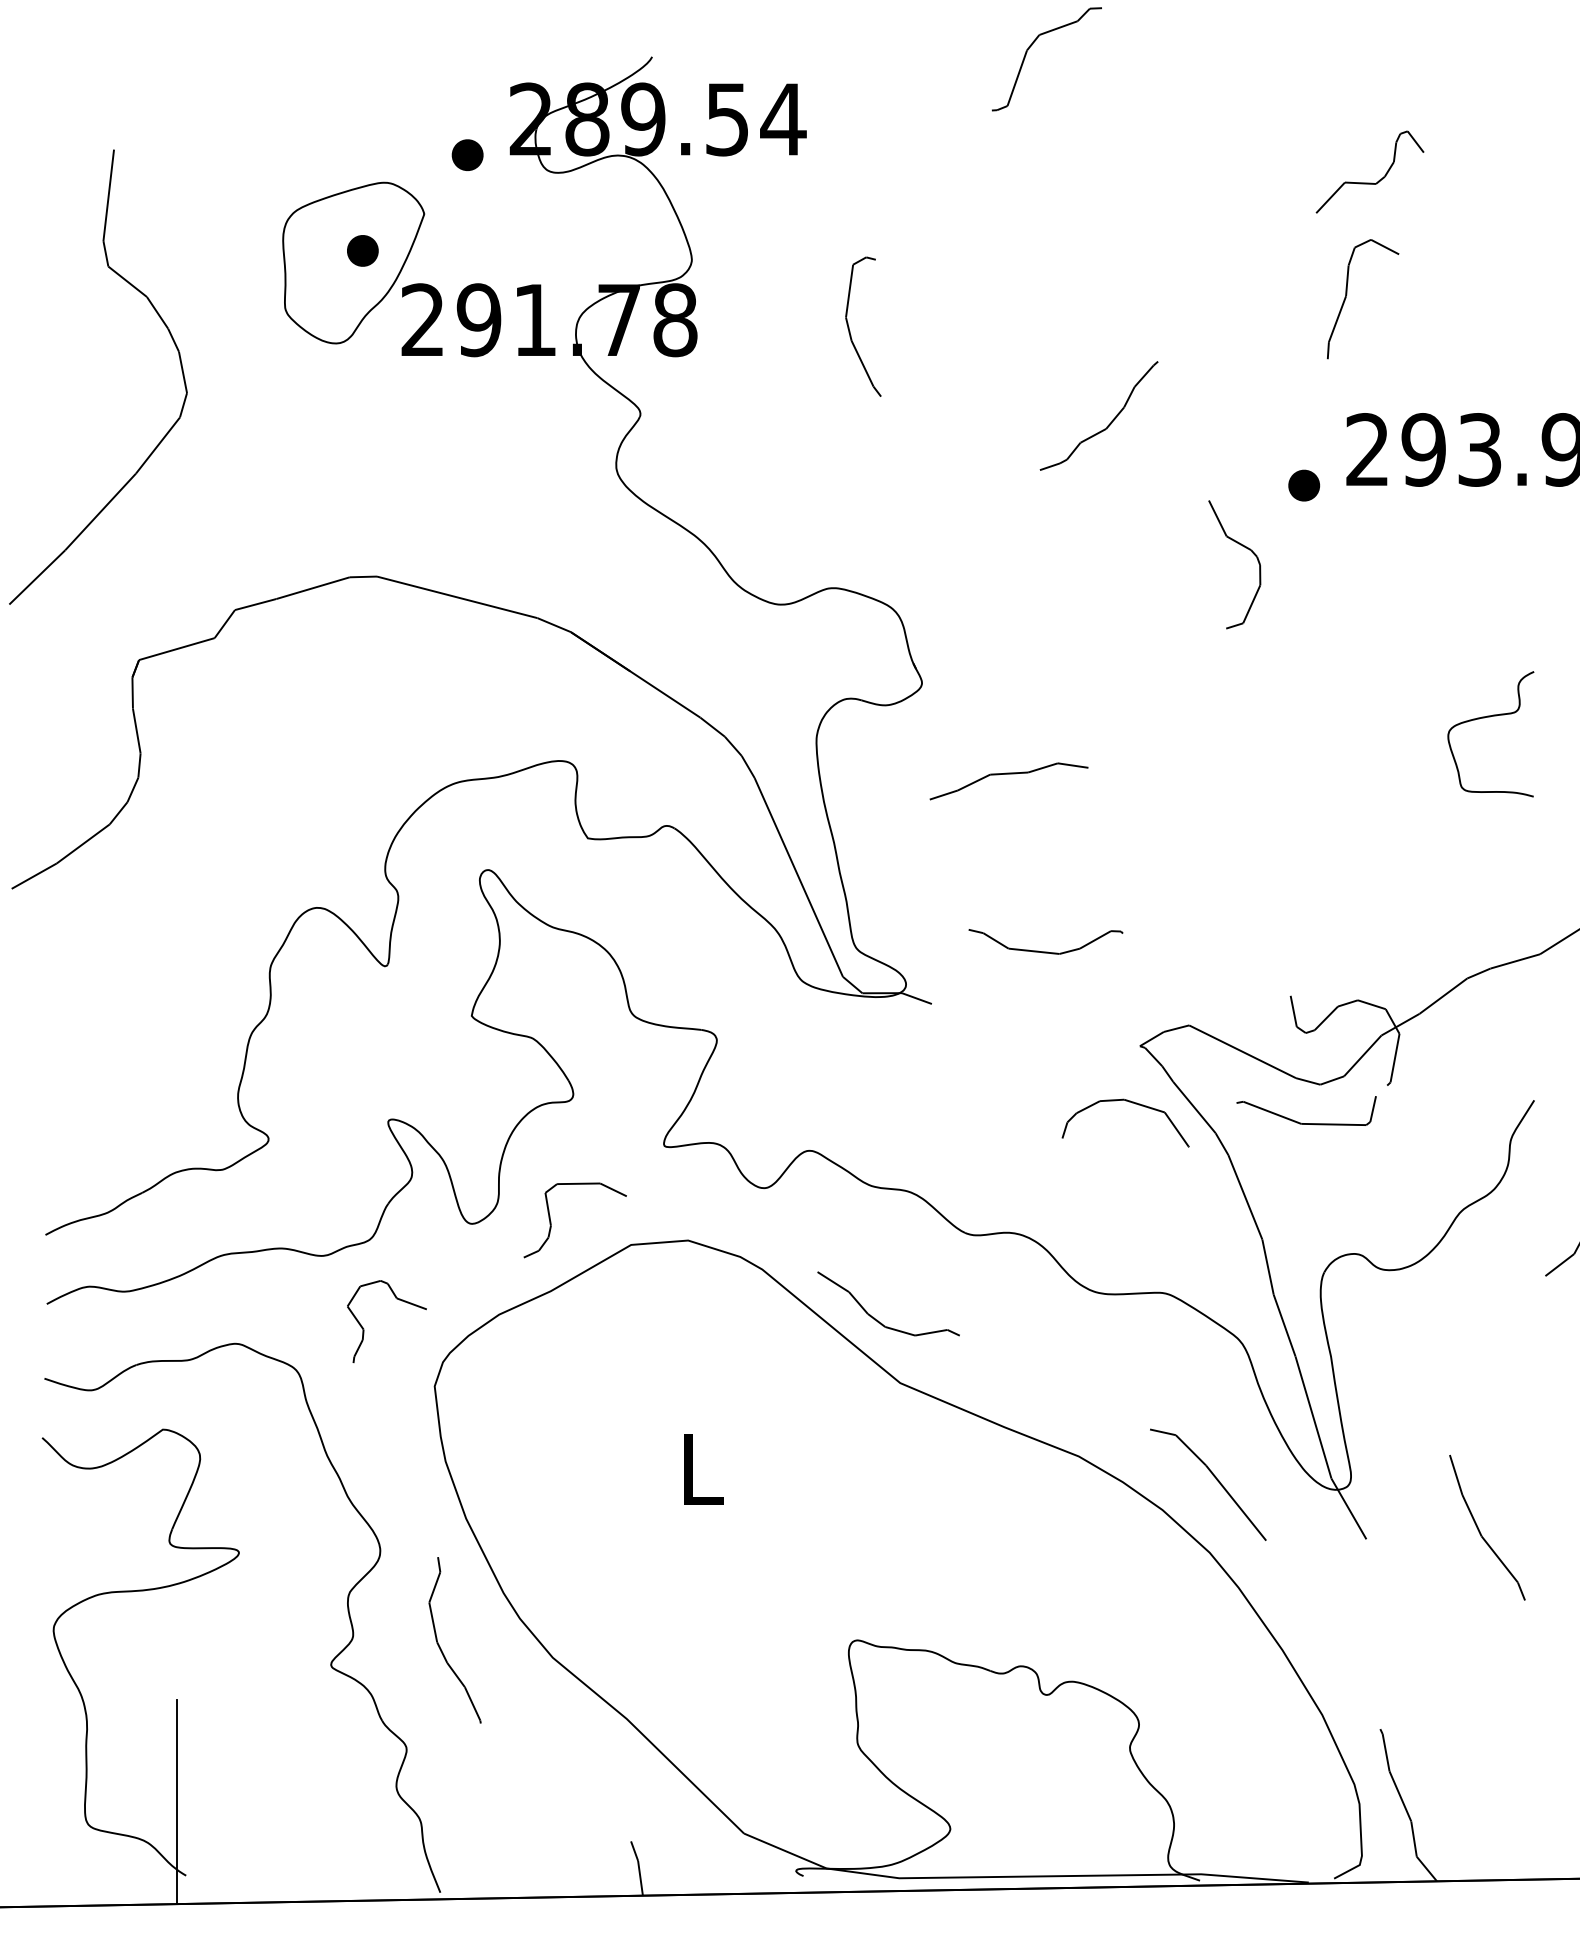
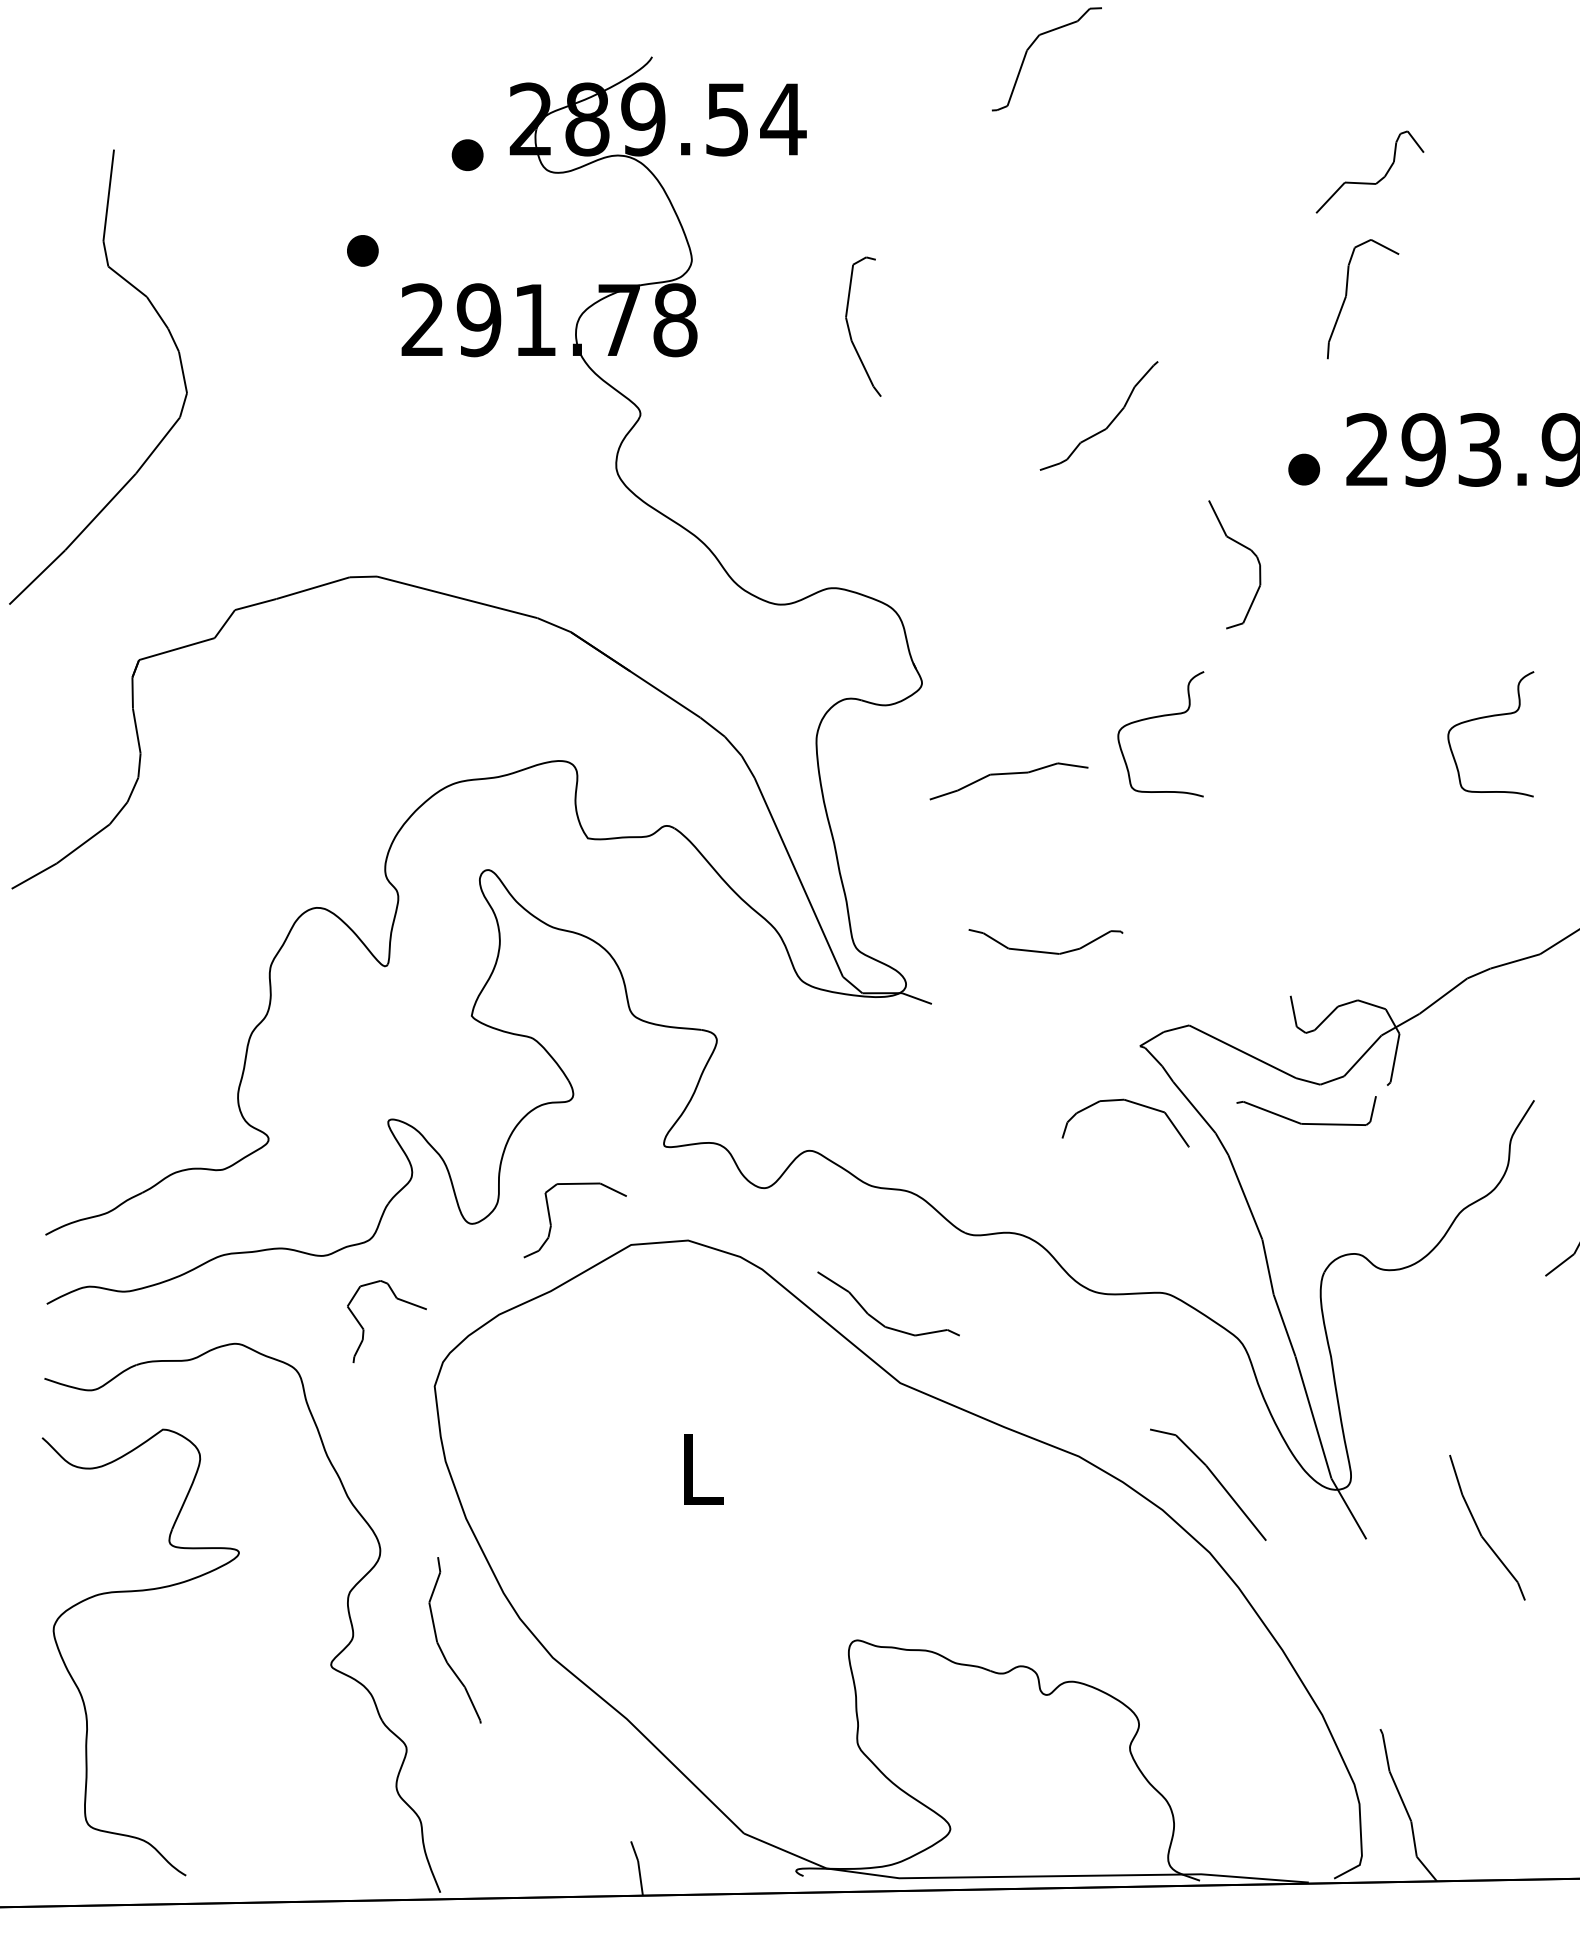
part at (353, 262): present -> none
part at (1304, 485) position: (1304, 485) -> (1304, 469)
curve at (1160, 717): none -> present
line at (176, 1801): present -> none
